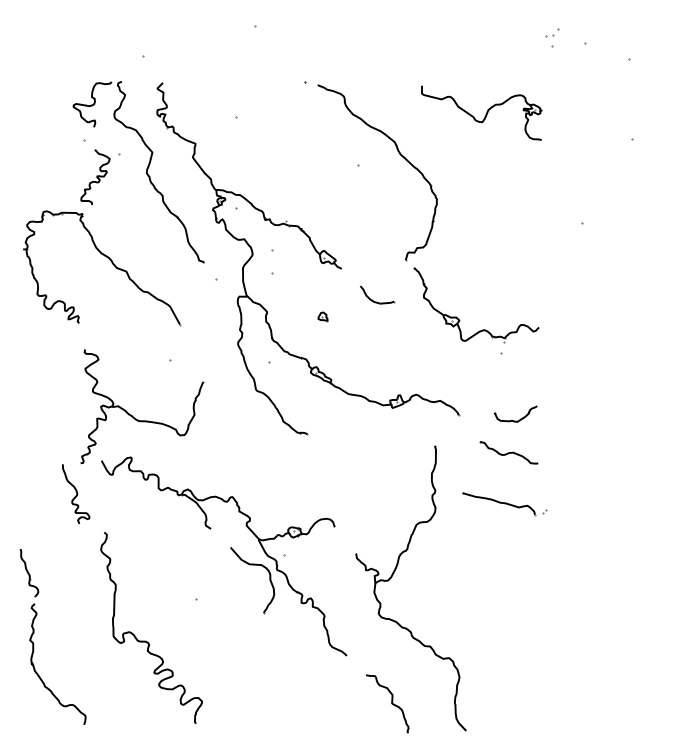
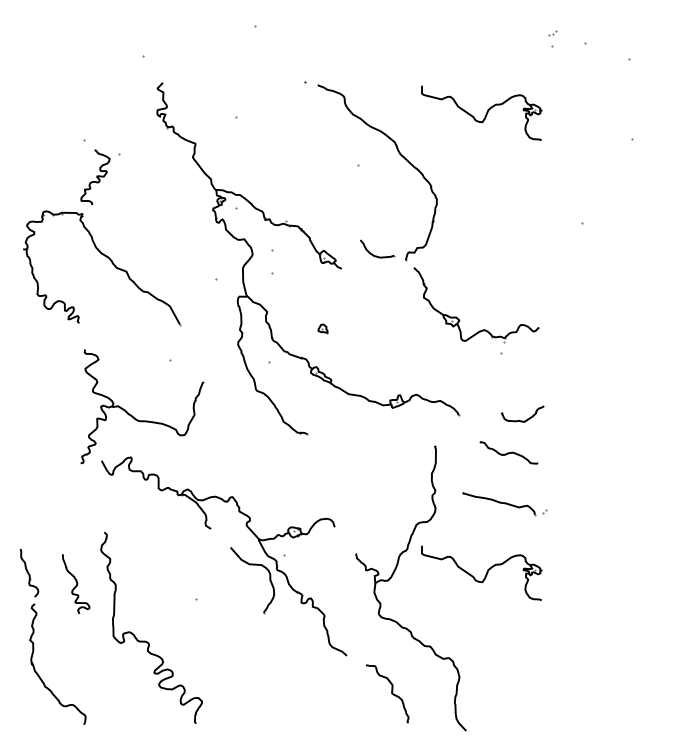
part at (552, 32) size: 15x10 px -> 10x7 px
part at (145, 172): present -> none
part at (372, 299) position: (372, 299) -> (372, 253)
part at (322, 316) position: (322, 316) -> (322, 328)
part at (515, 420) position: (515, 420) -> (522, 420)
curve at (76, 494) position: (76, 494) -> (76, 584)
part at (481, 572): none -> present
curve at (391, 703) position: (391, 703) -> (391, 693)
